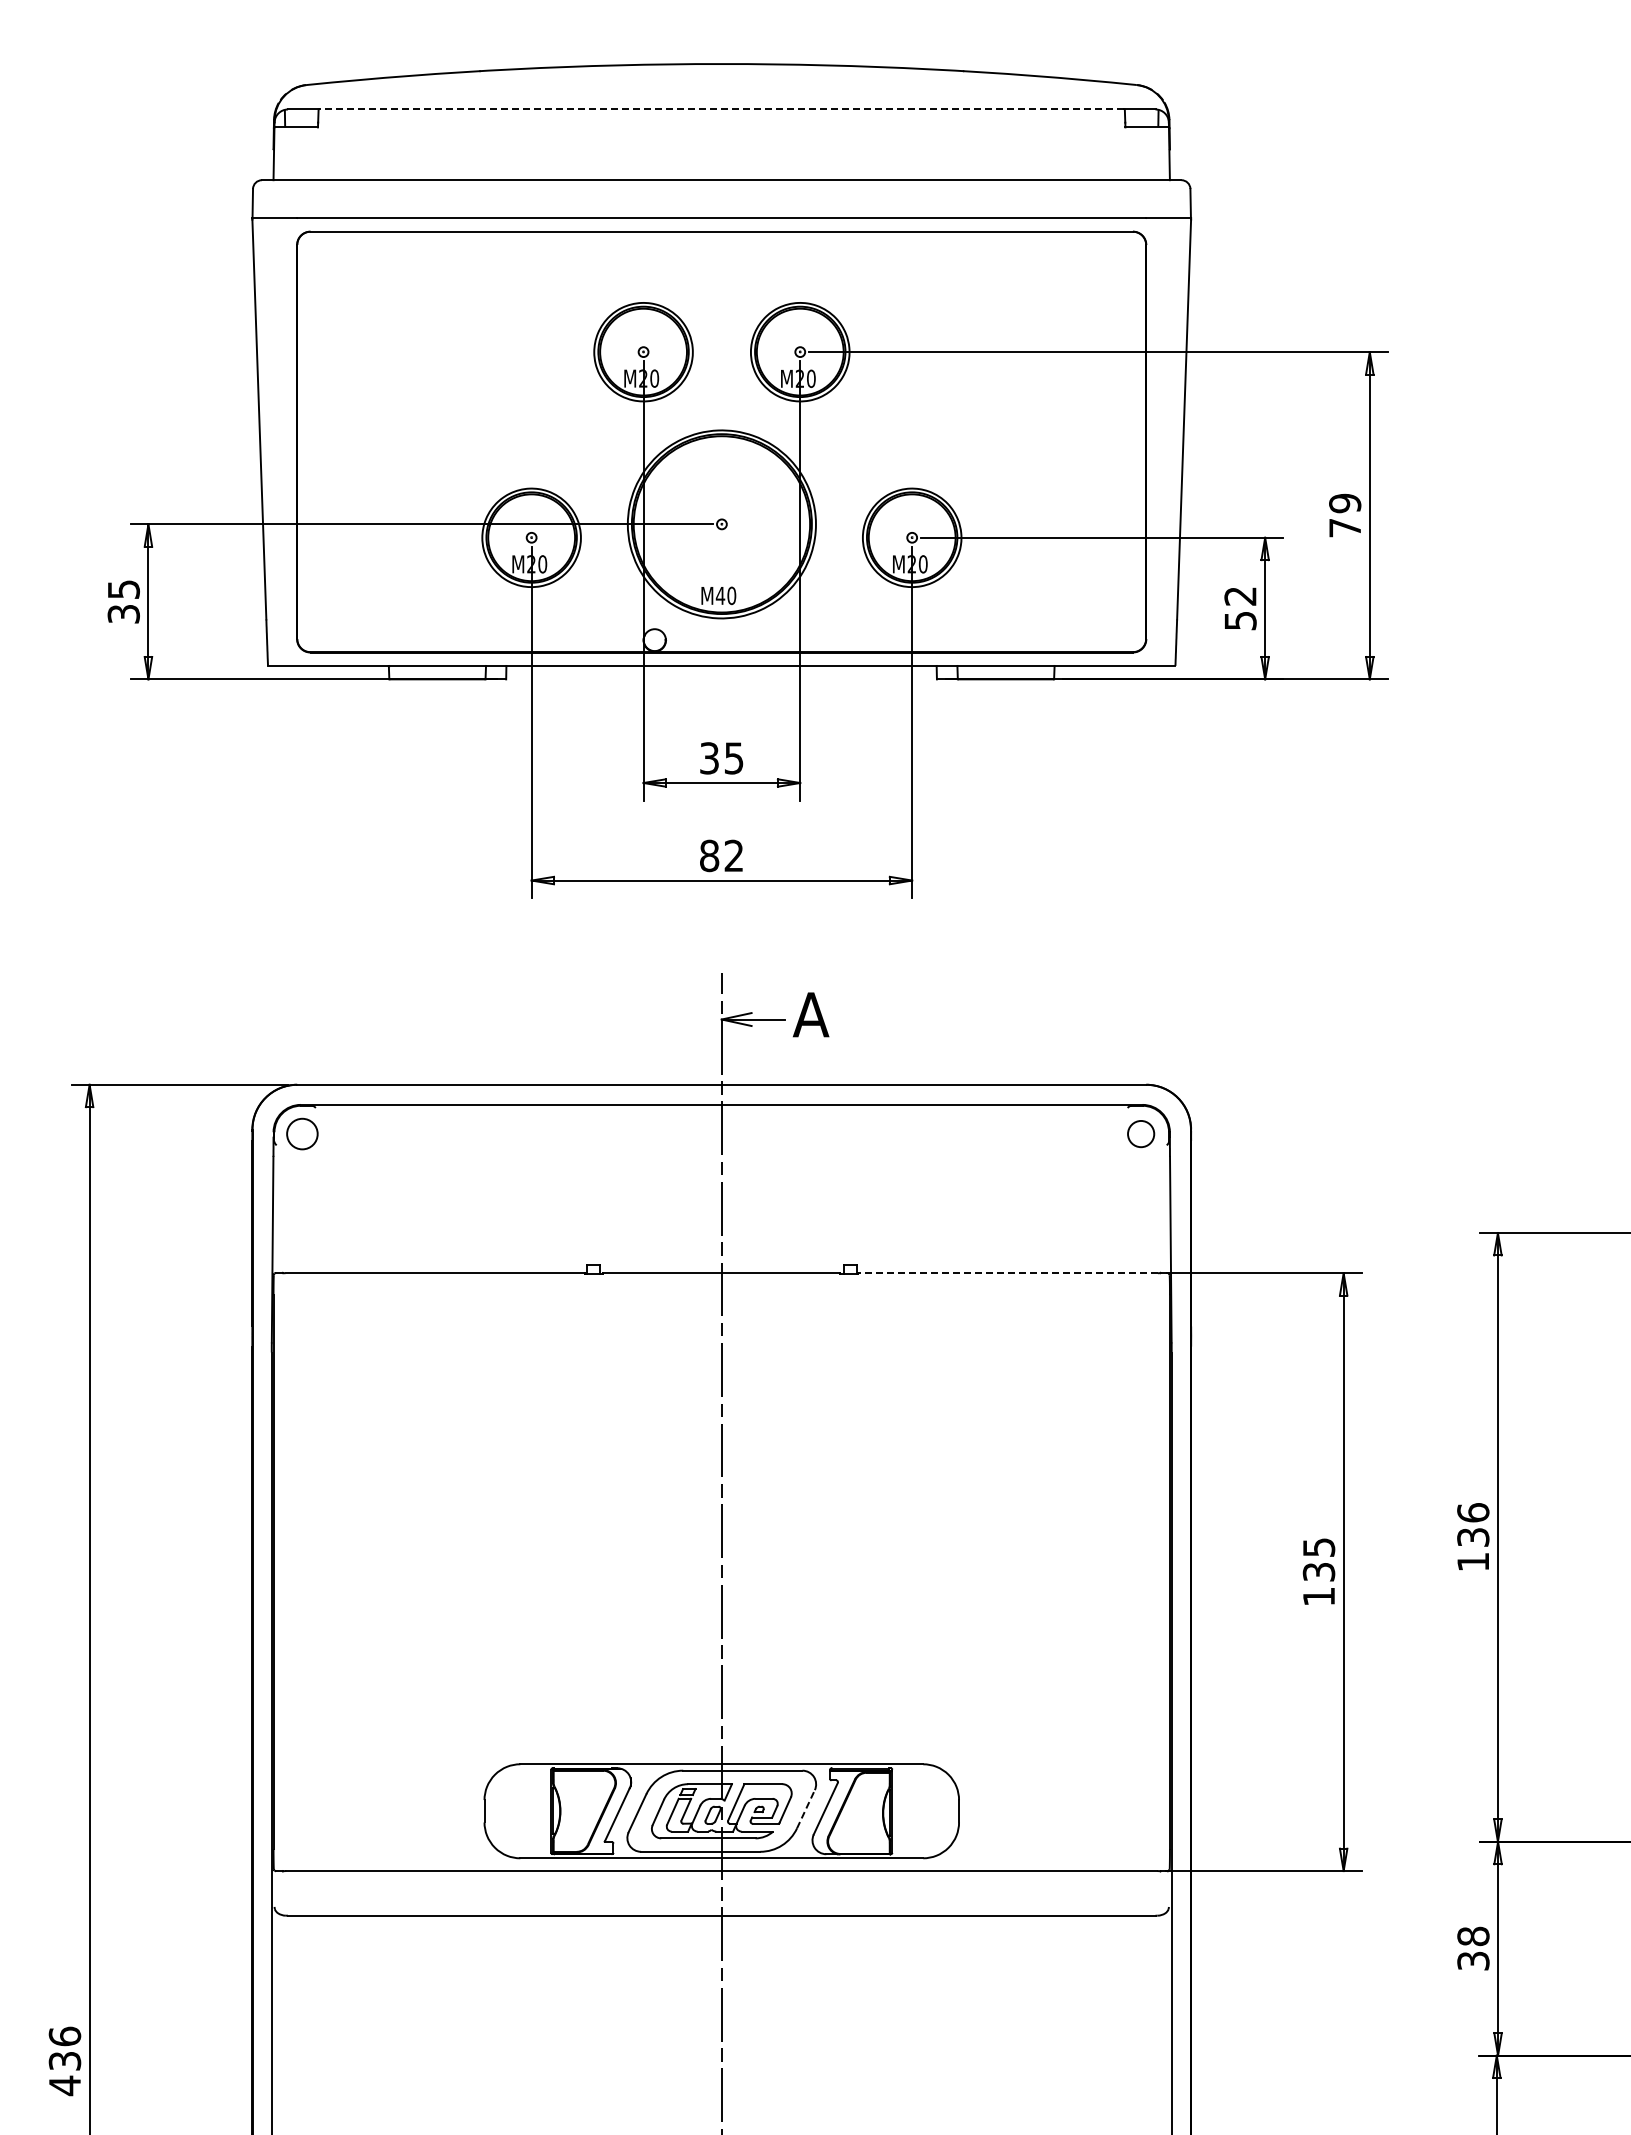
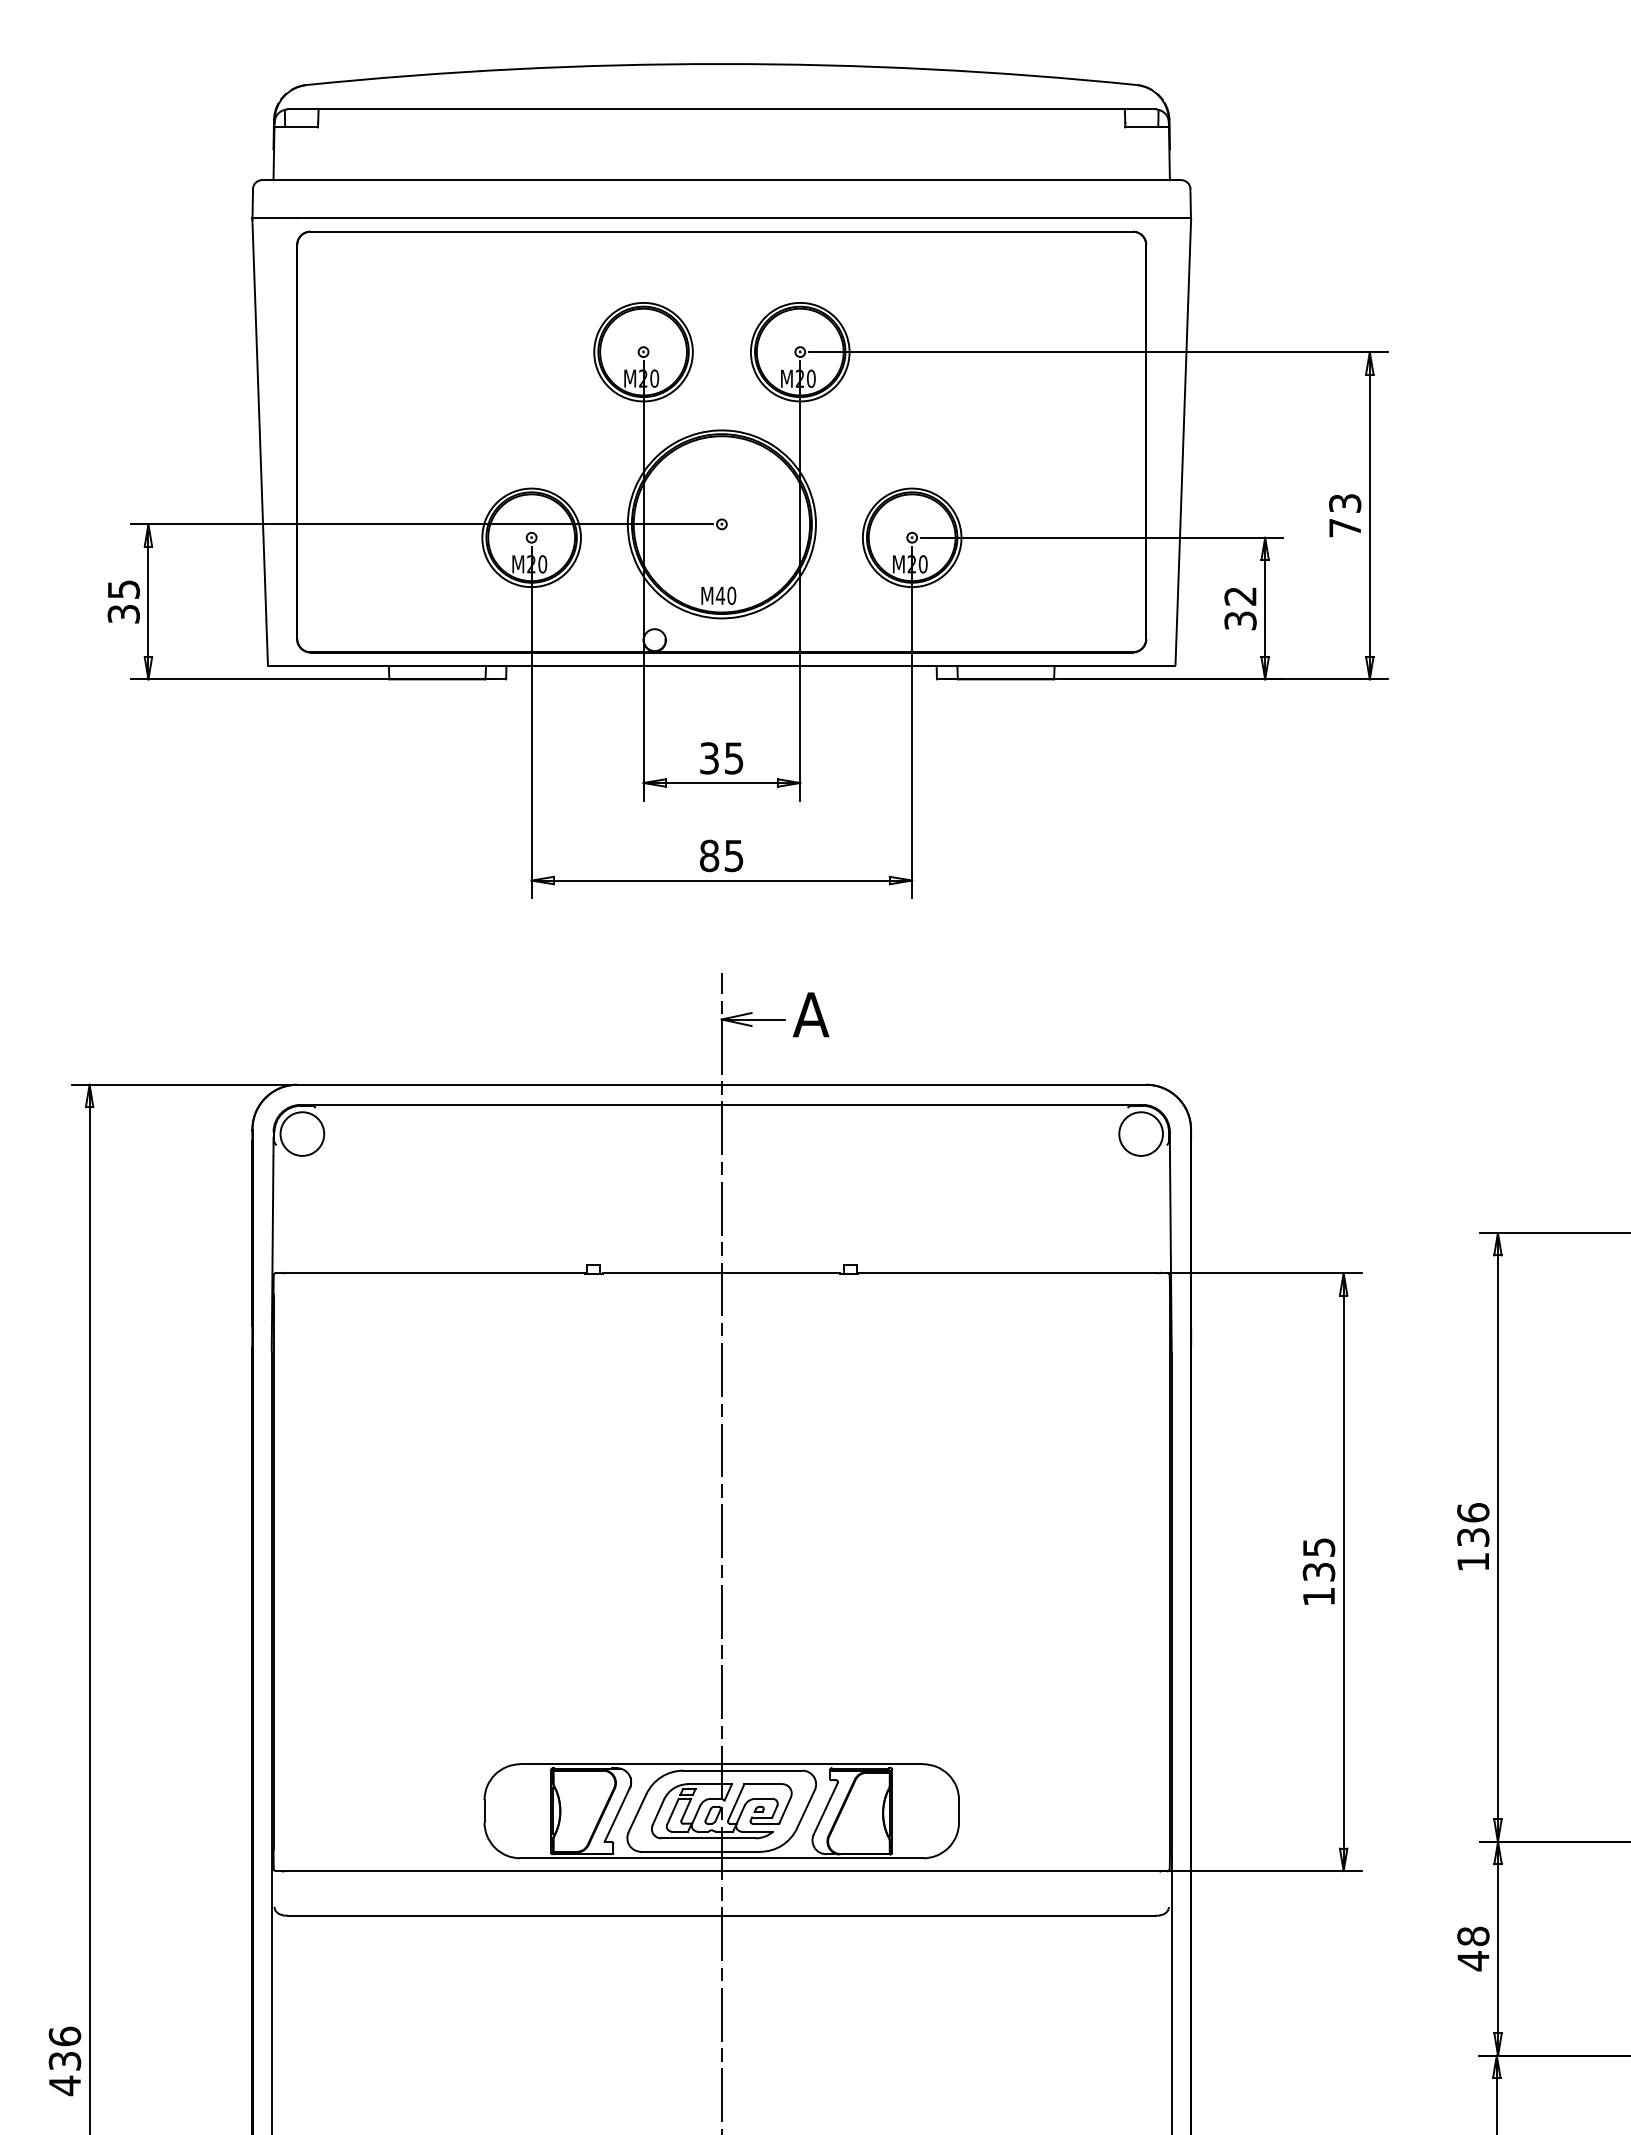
line at (721, 109): dashed -> solid
text at (1345, 503): 79 -> 73
text at (1240, 620): 52 -> 32
text at (733, 855): 82 -> 85
circle at (302, 1133) diameter: 31 px -> 44 px
circle at (1141, 1133) diameter: 26 px -> 44 px
line at (1008, 1273): dashed -> solid
line at (806, 1808): dashed -> solid
text at (1473, 1961): 38 -> 48
